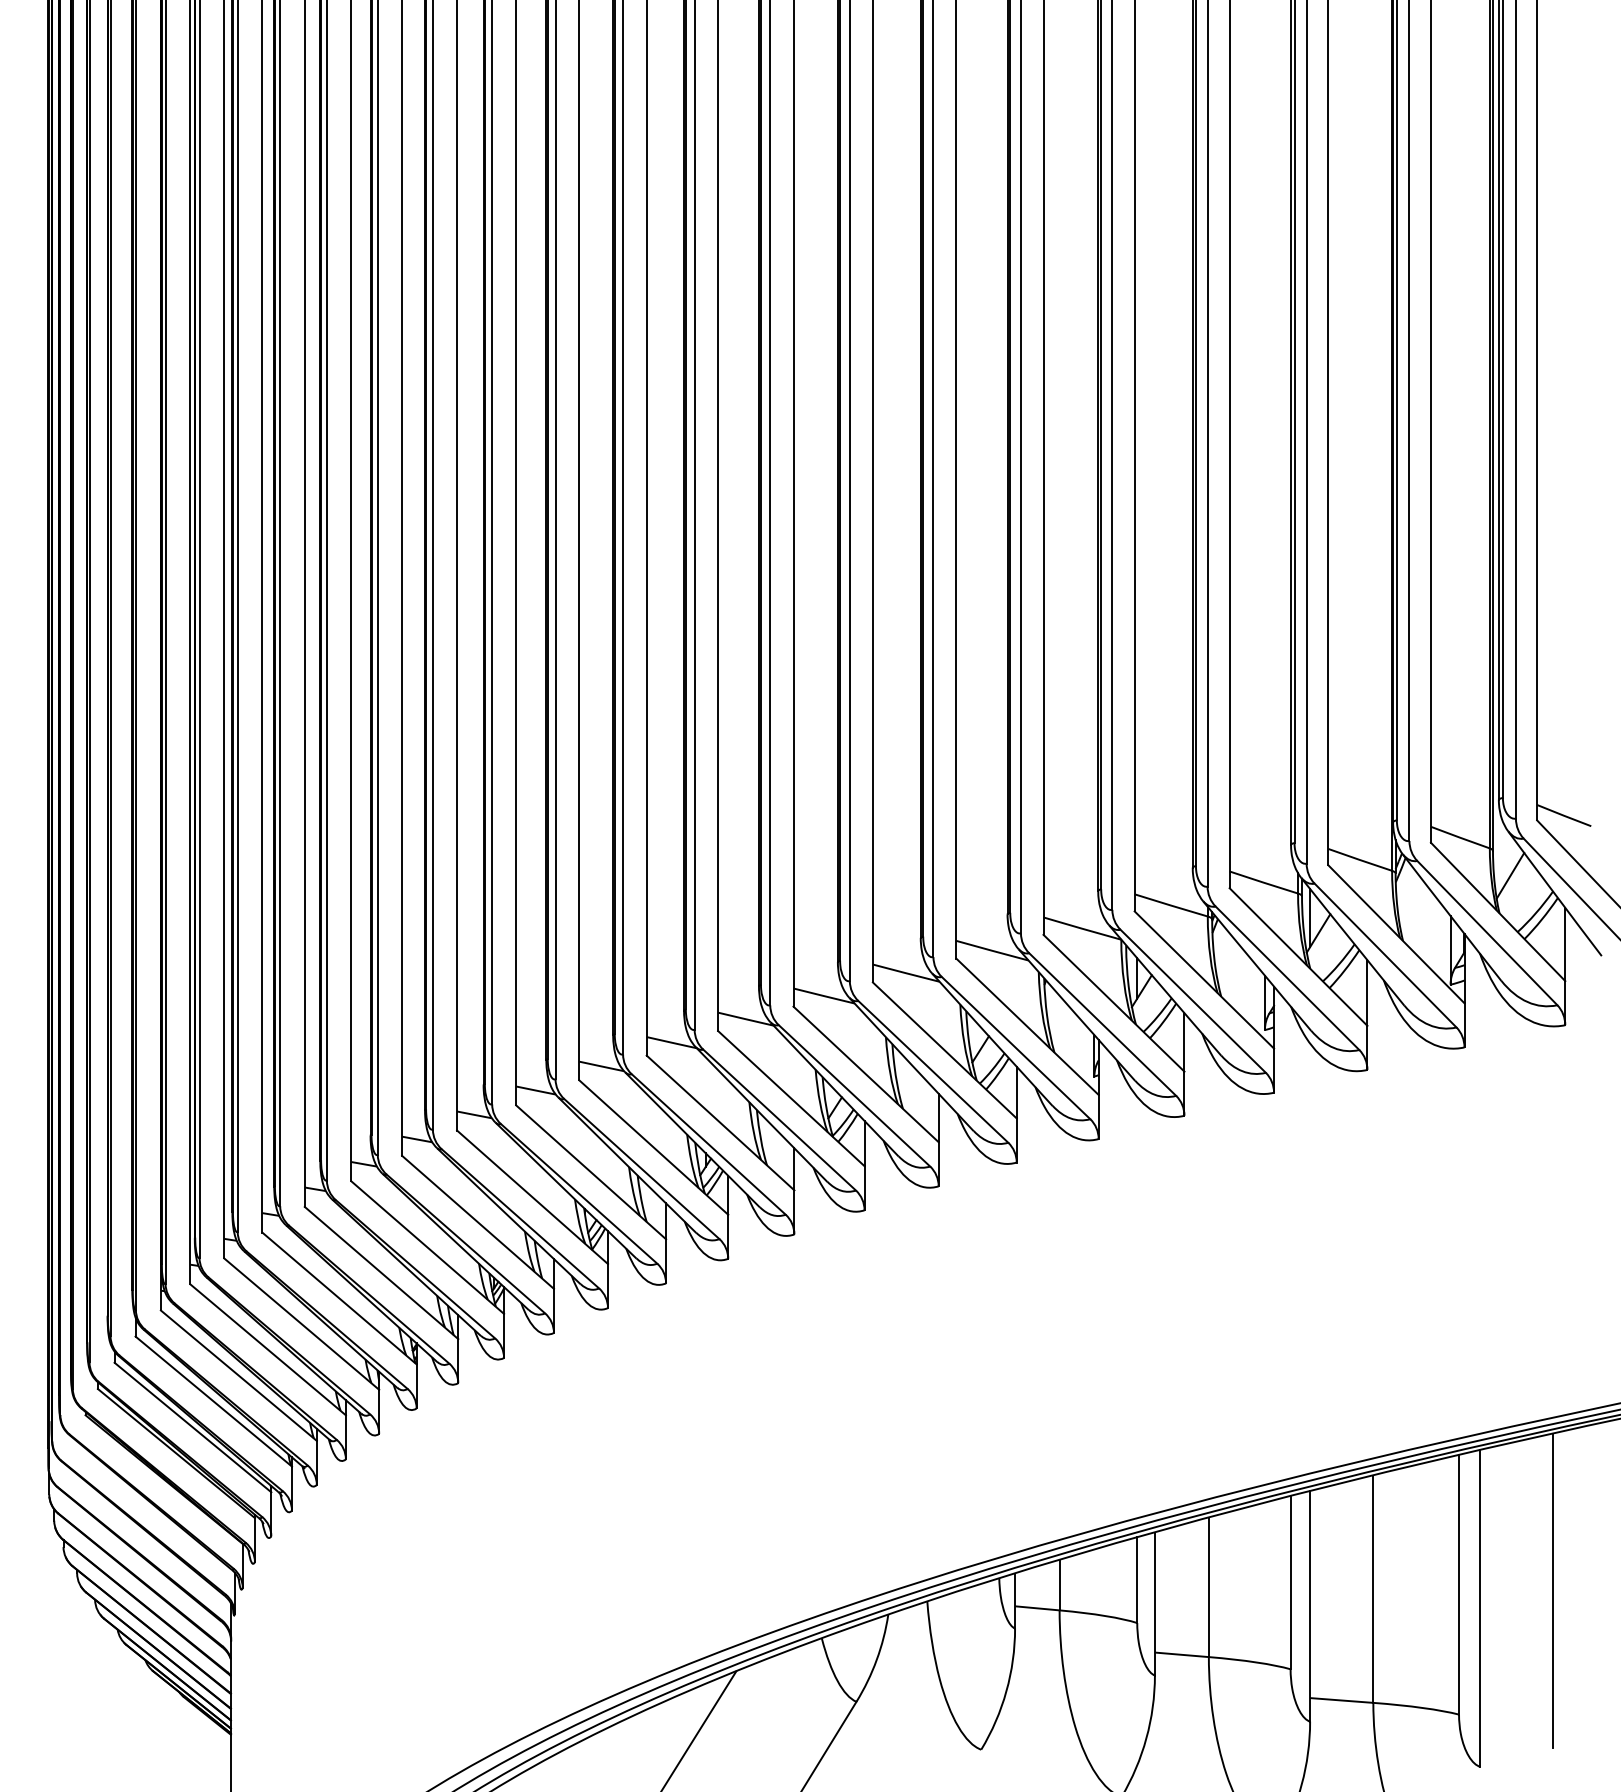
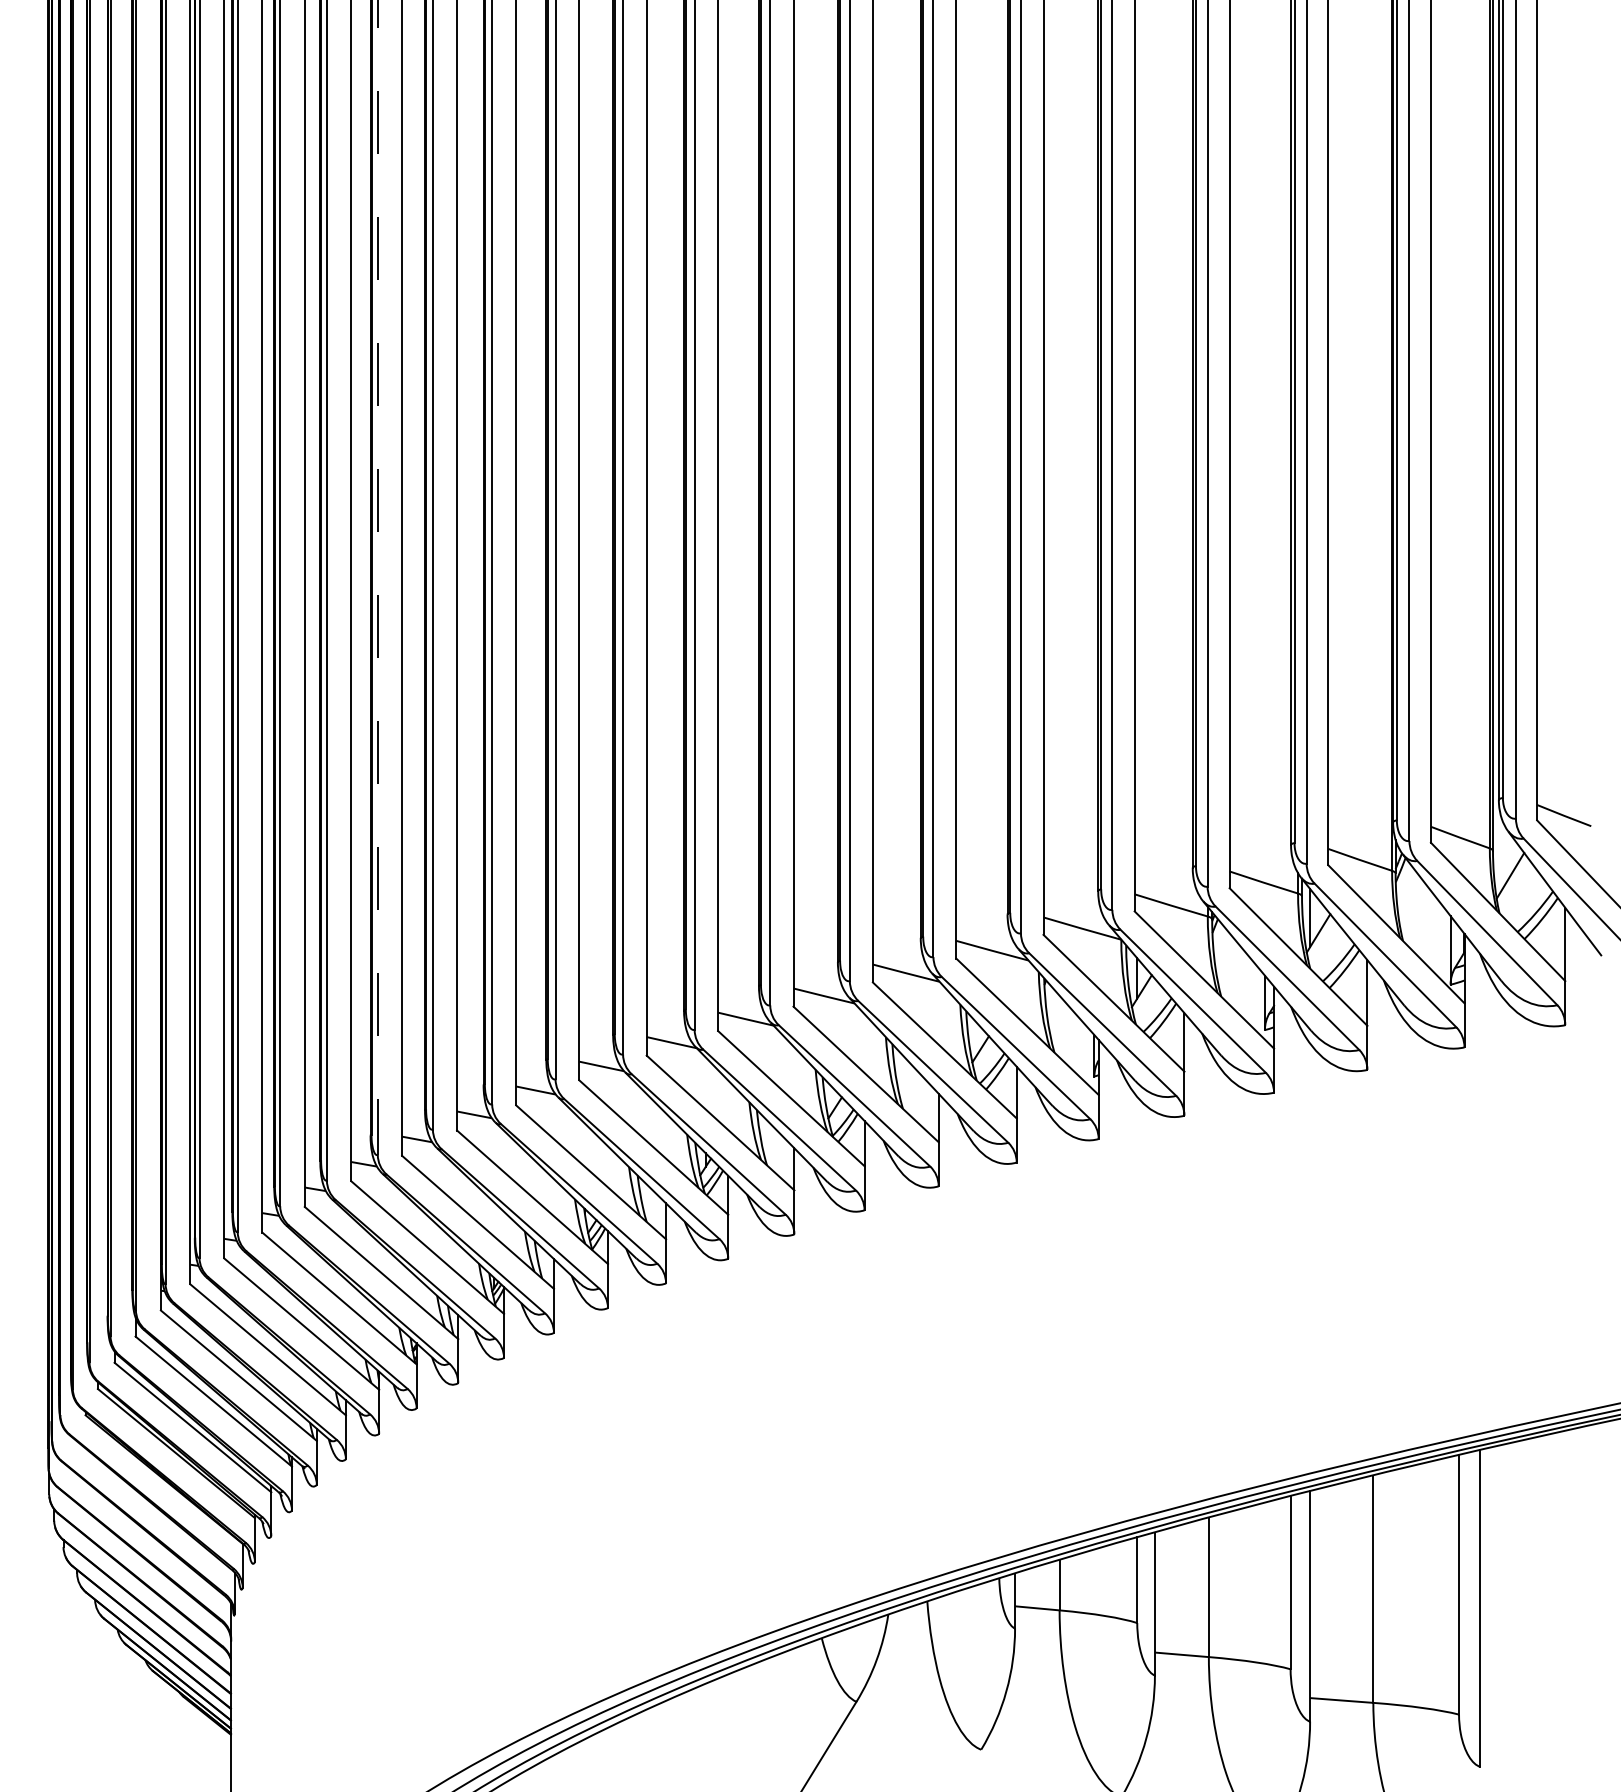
line at (377, 578): solid -> dashed
line at (1552, 1590): present -> none
line at (699, 1729): present -> none
